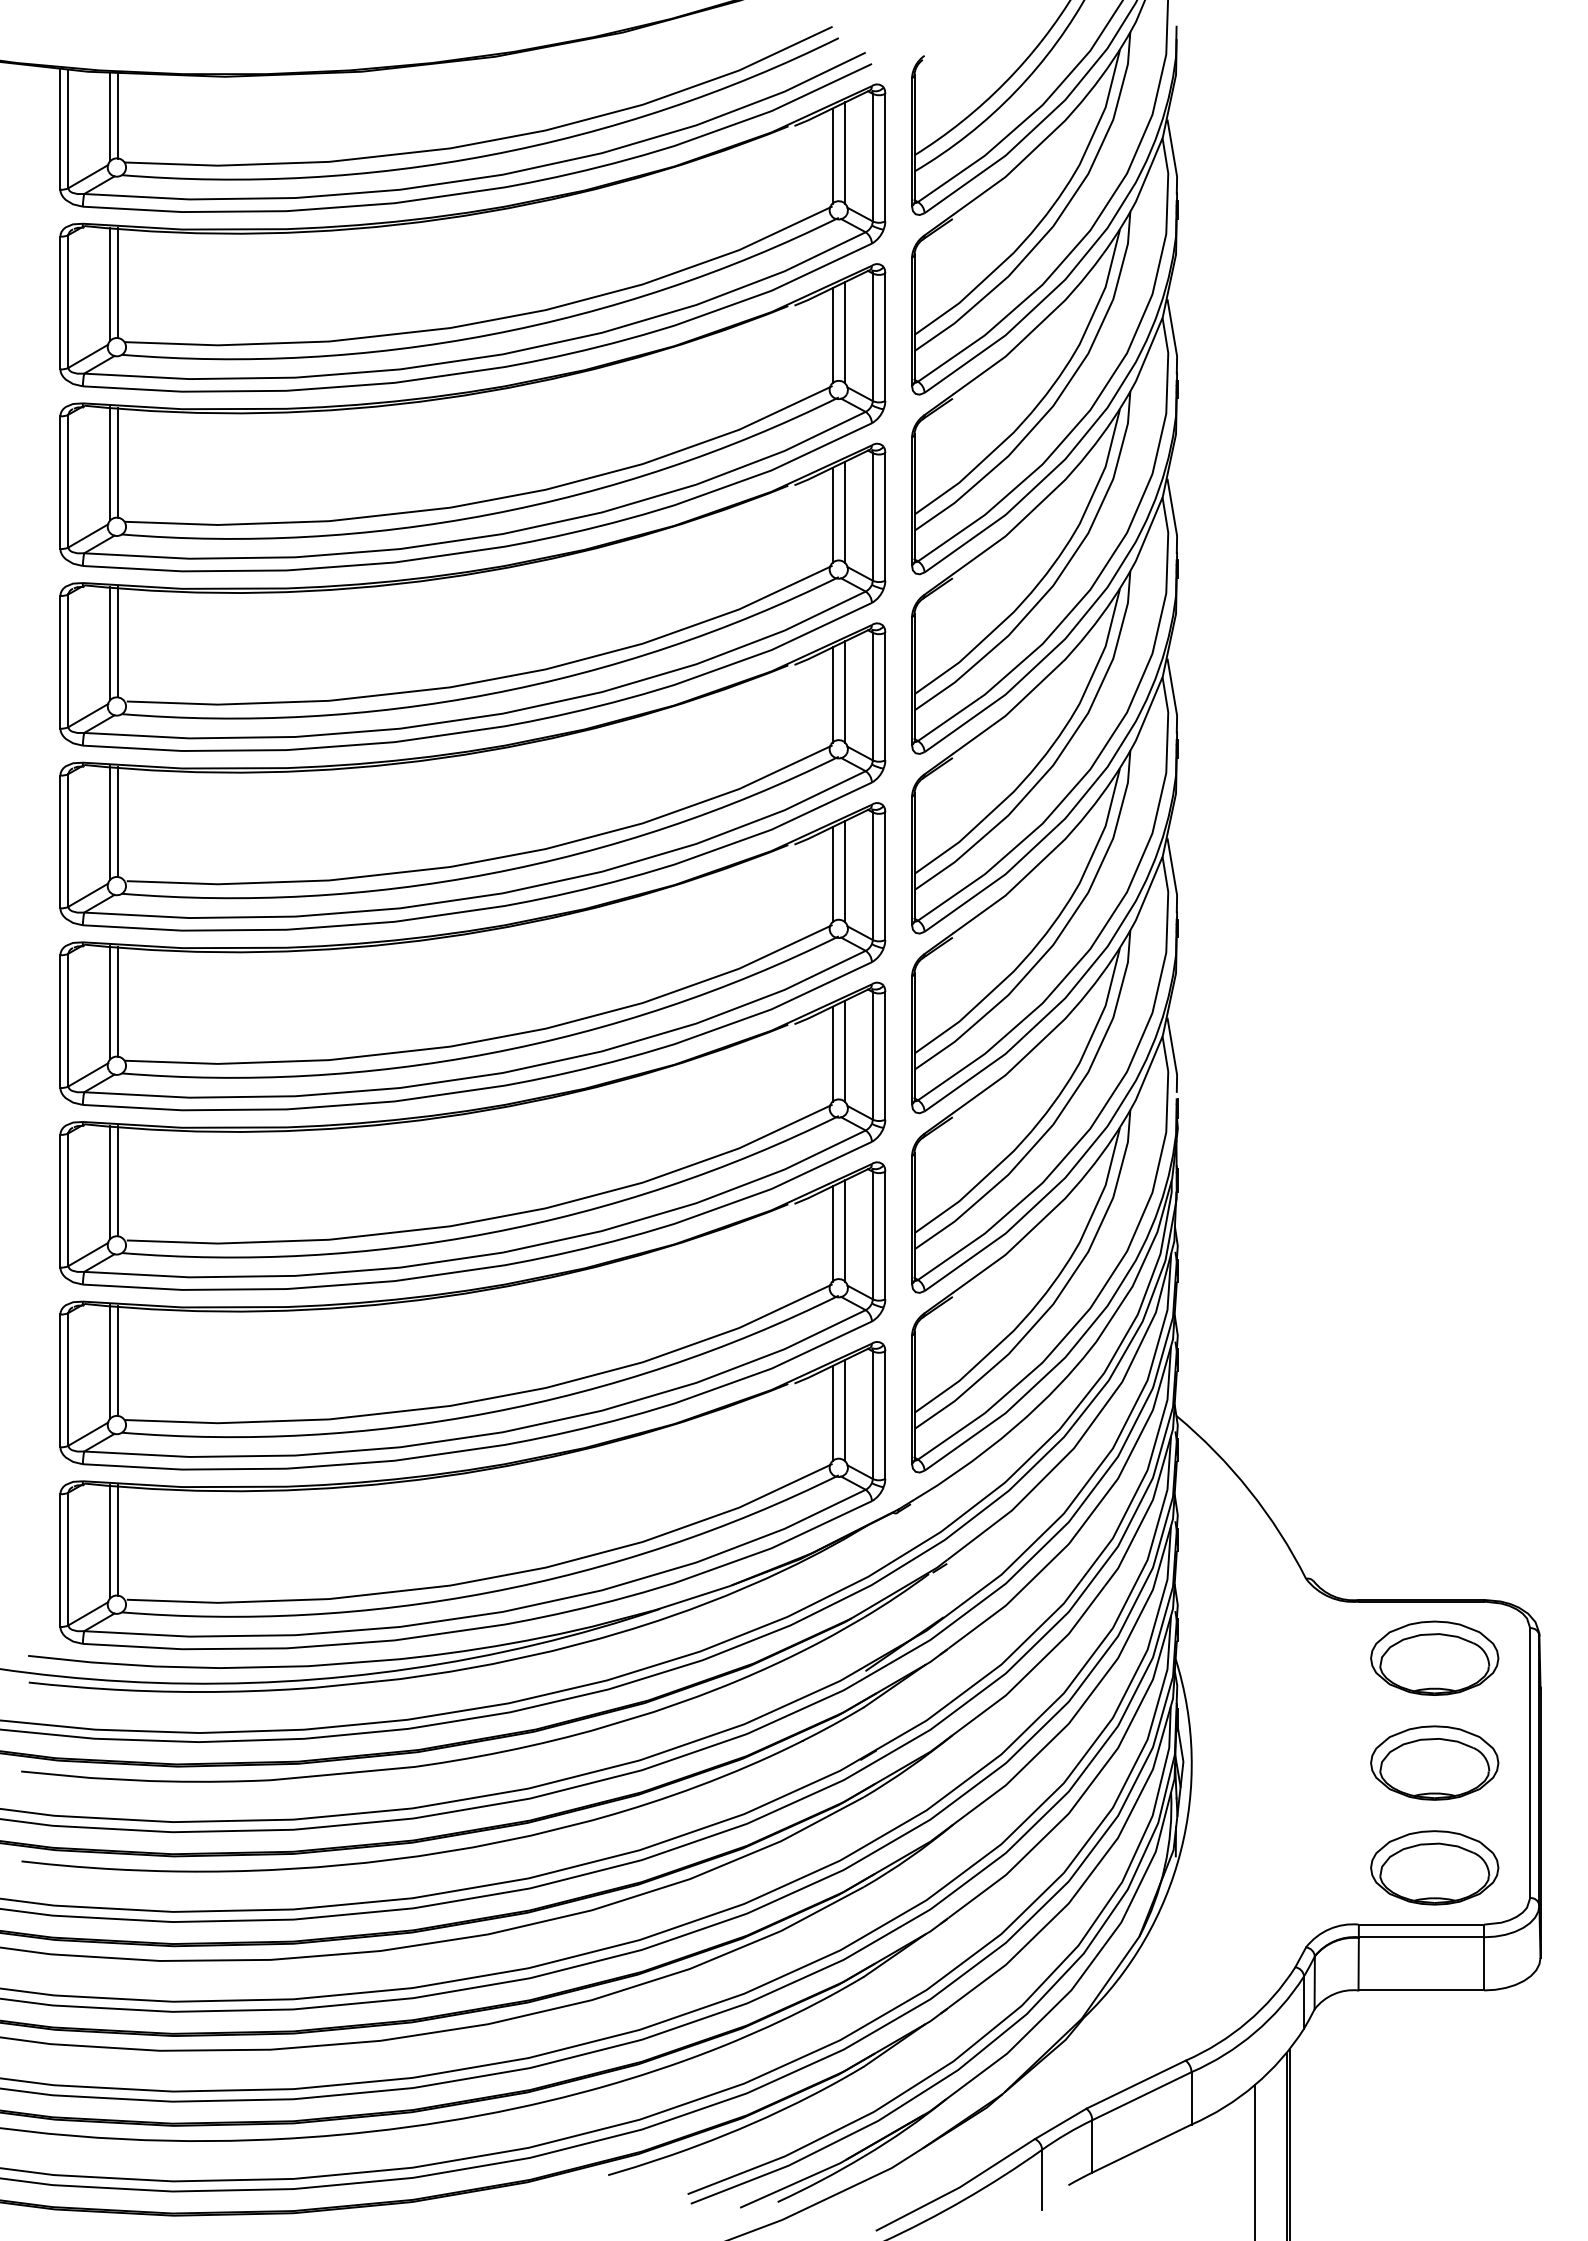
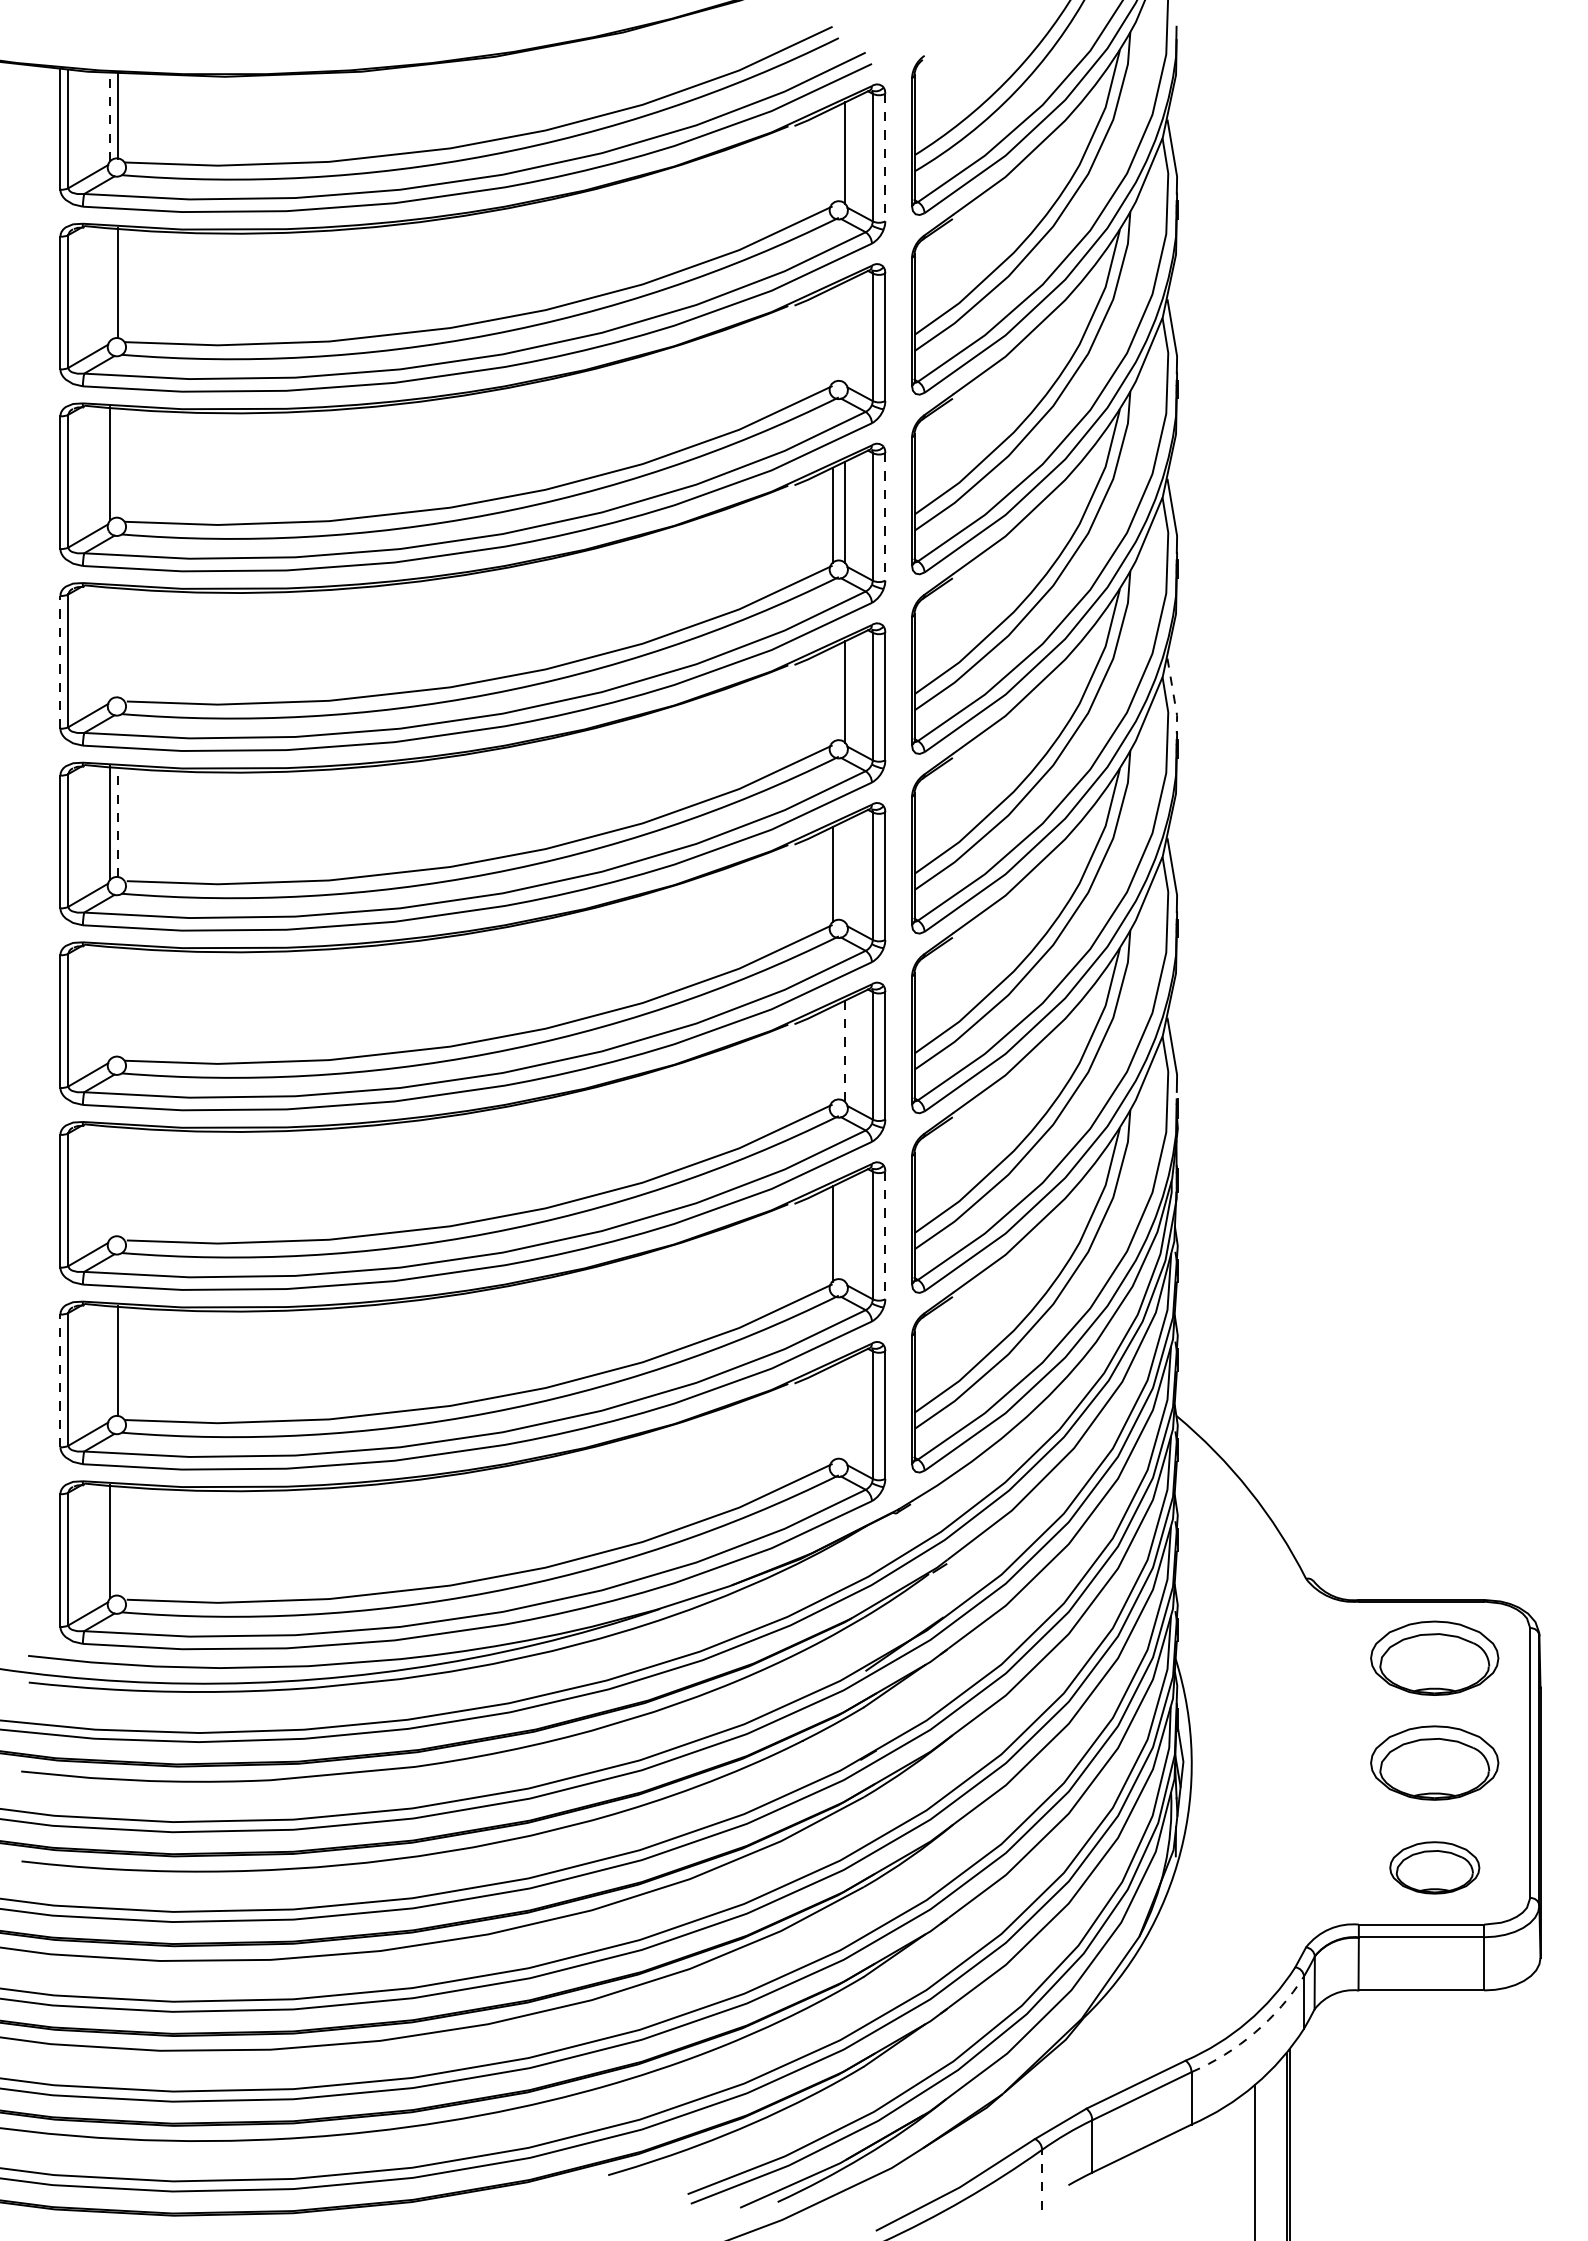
line at (110, 116): solid -> dashed
line at (832, 155): present -> none
line at (885, 157): solid -> dashed
line at (110, 283): present -> none
line at (845, 332): present -> none
line at (832, 335): present -> none
line at (117, 462): present -> none
line at (885, 516): solid -> dashed
line at (110, 642): present -> none
line at (117, 642): present -> none
line at (60, 661): solid -> dashed
line at (832, 694): present -> none
line at (1173, 696): solid -> dashed
line at (117, 821): solid -> dashed
line at (845, 871): present -> none
line at (117, 1001): present -> none
line at (110, 1002): present -> none
line at (845, 1051): solid -> dashed
line at (832, 1053): present -> none
line at (110, 1181): present -> none
line at (117, 1181): present -> none
line at (845, 1230): present -> none
line at (885, 1235): solid -> dashed
line at (110, 1361): present -> none
line at (60, 1380): solid -> dashed
line at (845, 1410): present -> none
line at (832, 1413): present -> none
line at (117, 1540): present -> none
part at (1434, 1867) size: 130x76 px -> 92x54 px
arc at (1254, 2032): solid -> dashed
line at (1042, 2179): solid -> dashed
